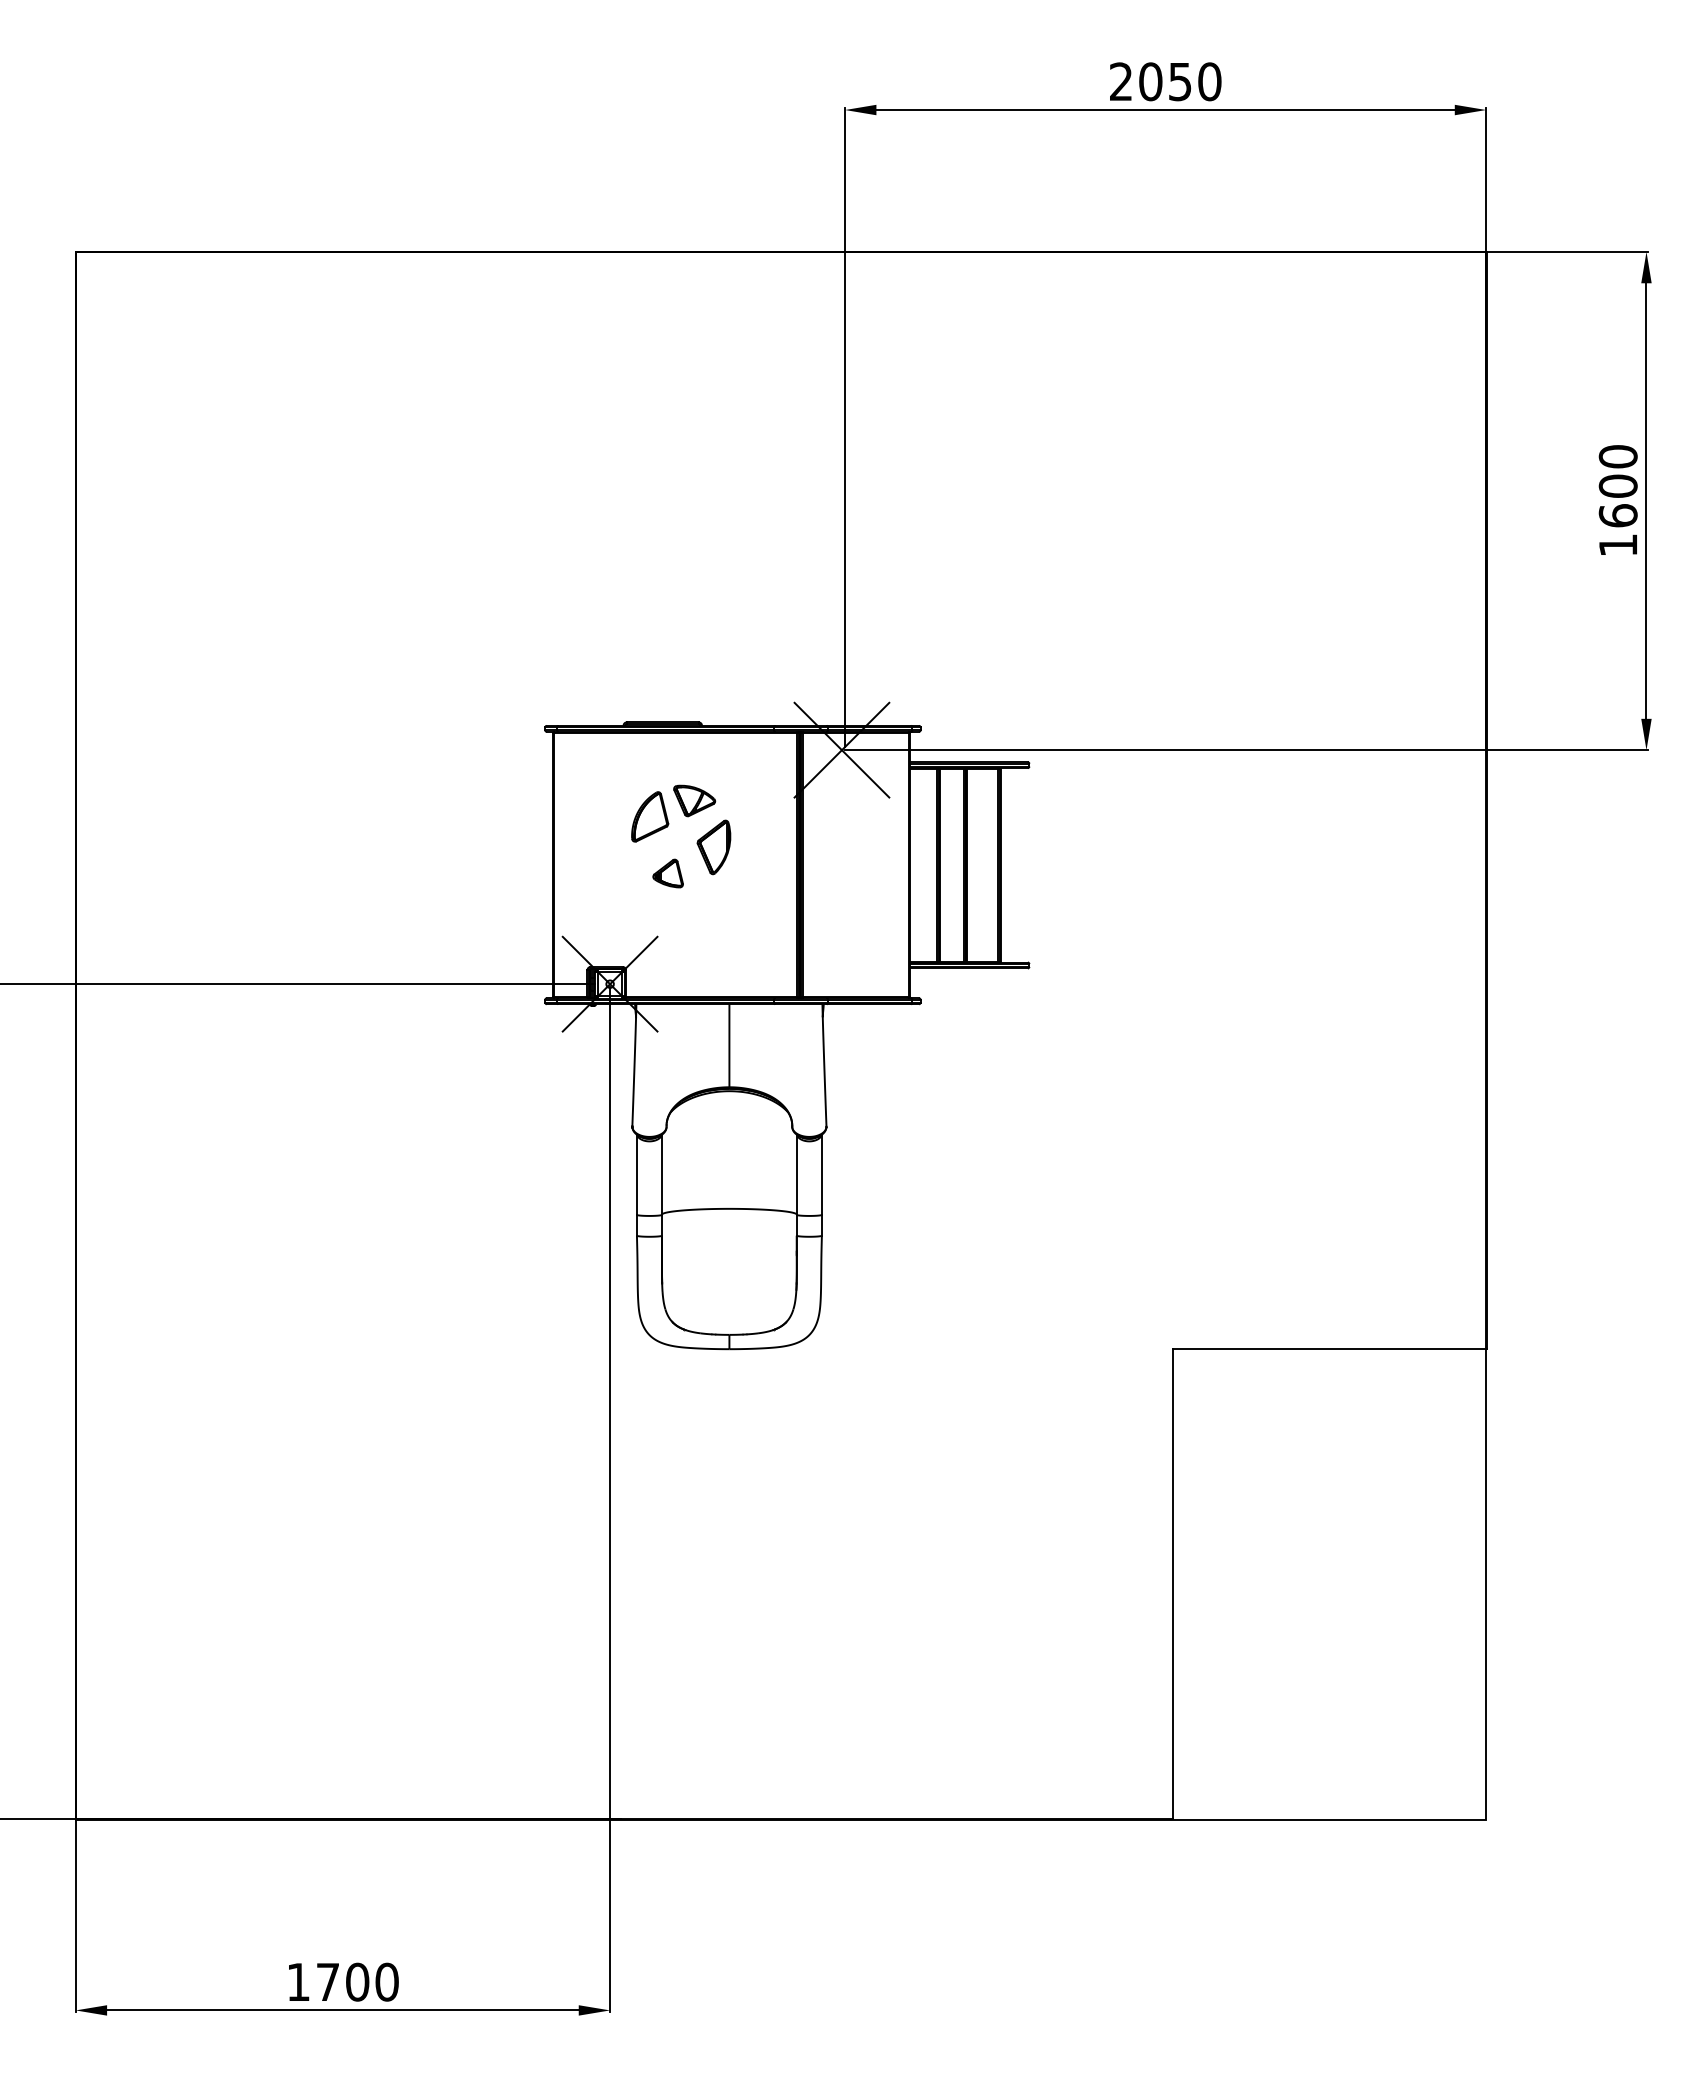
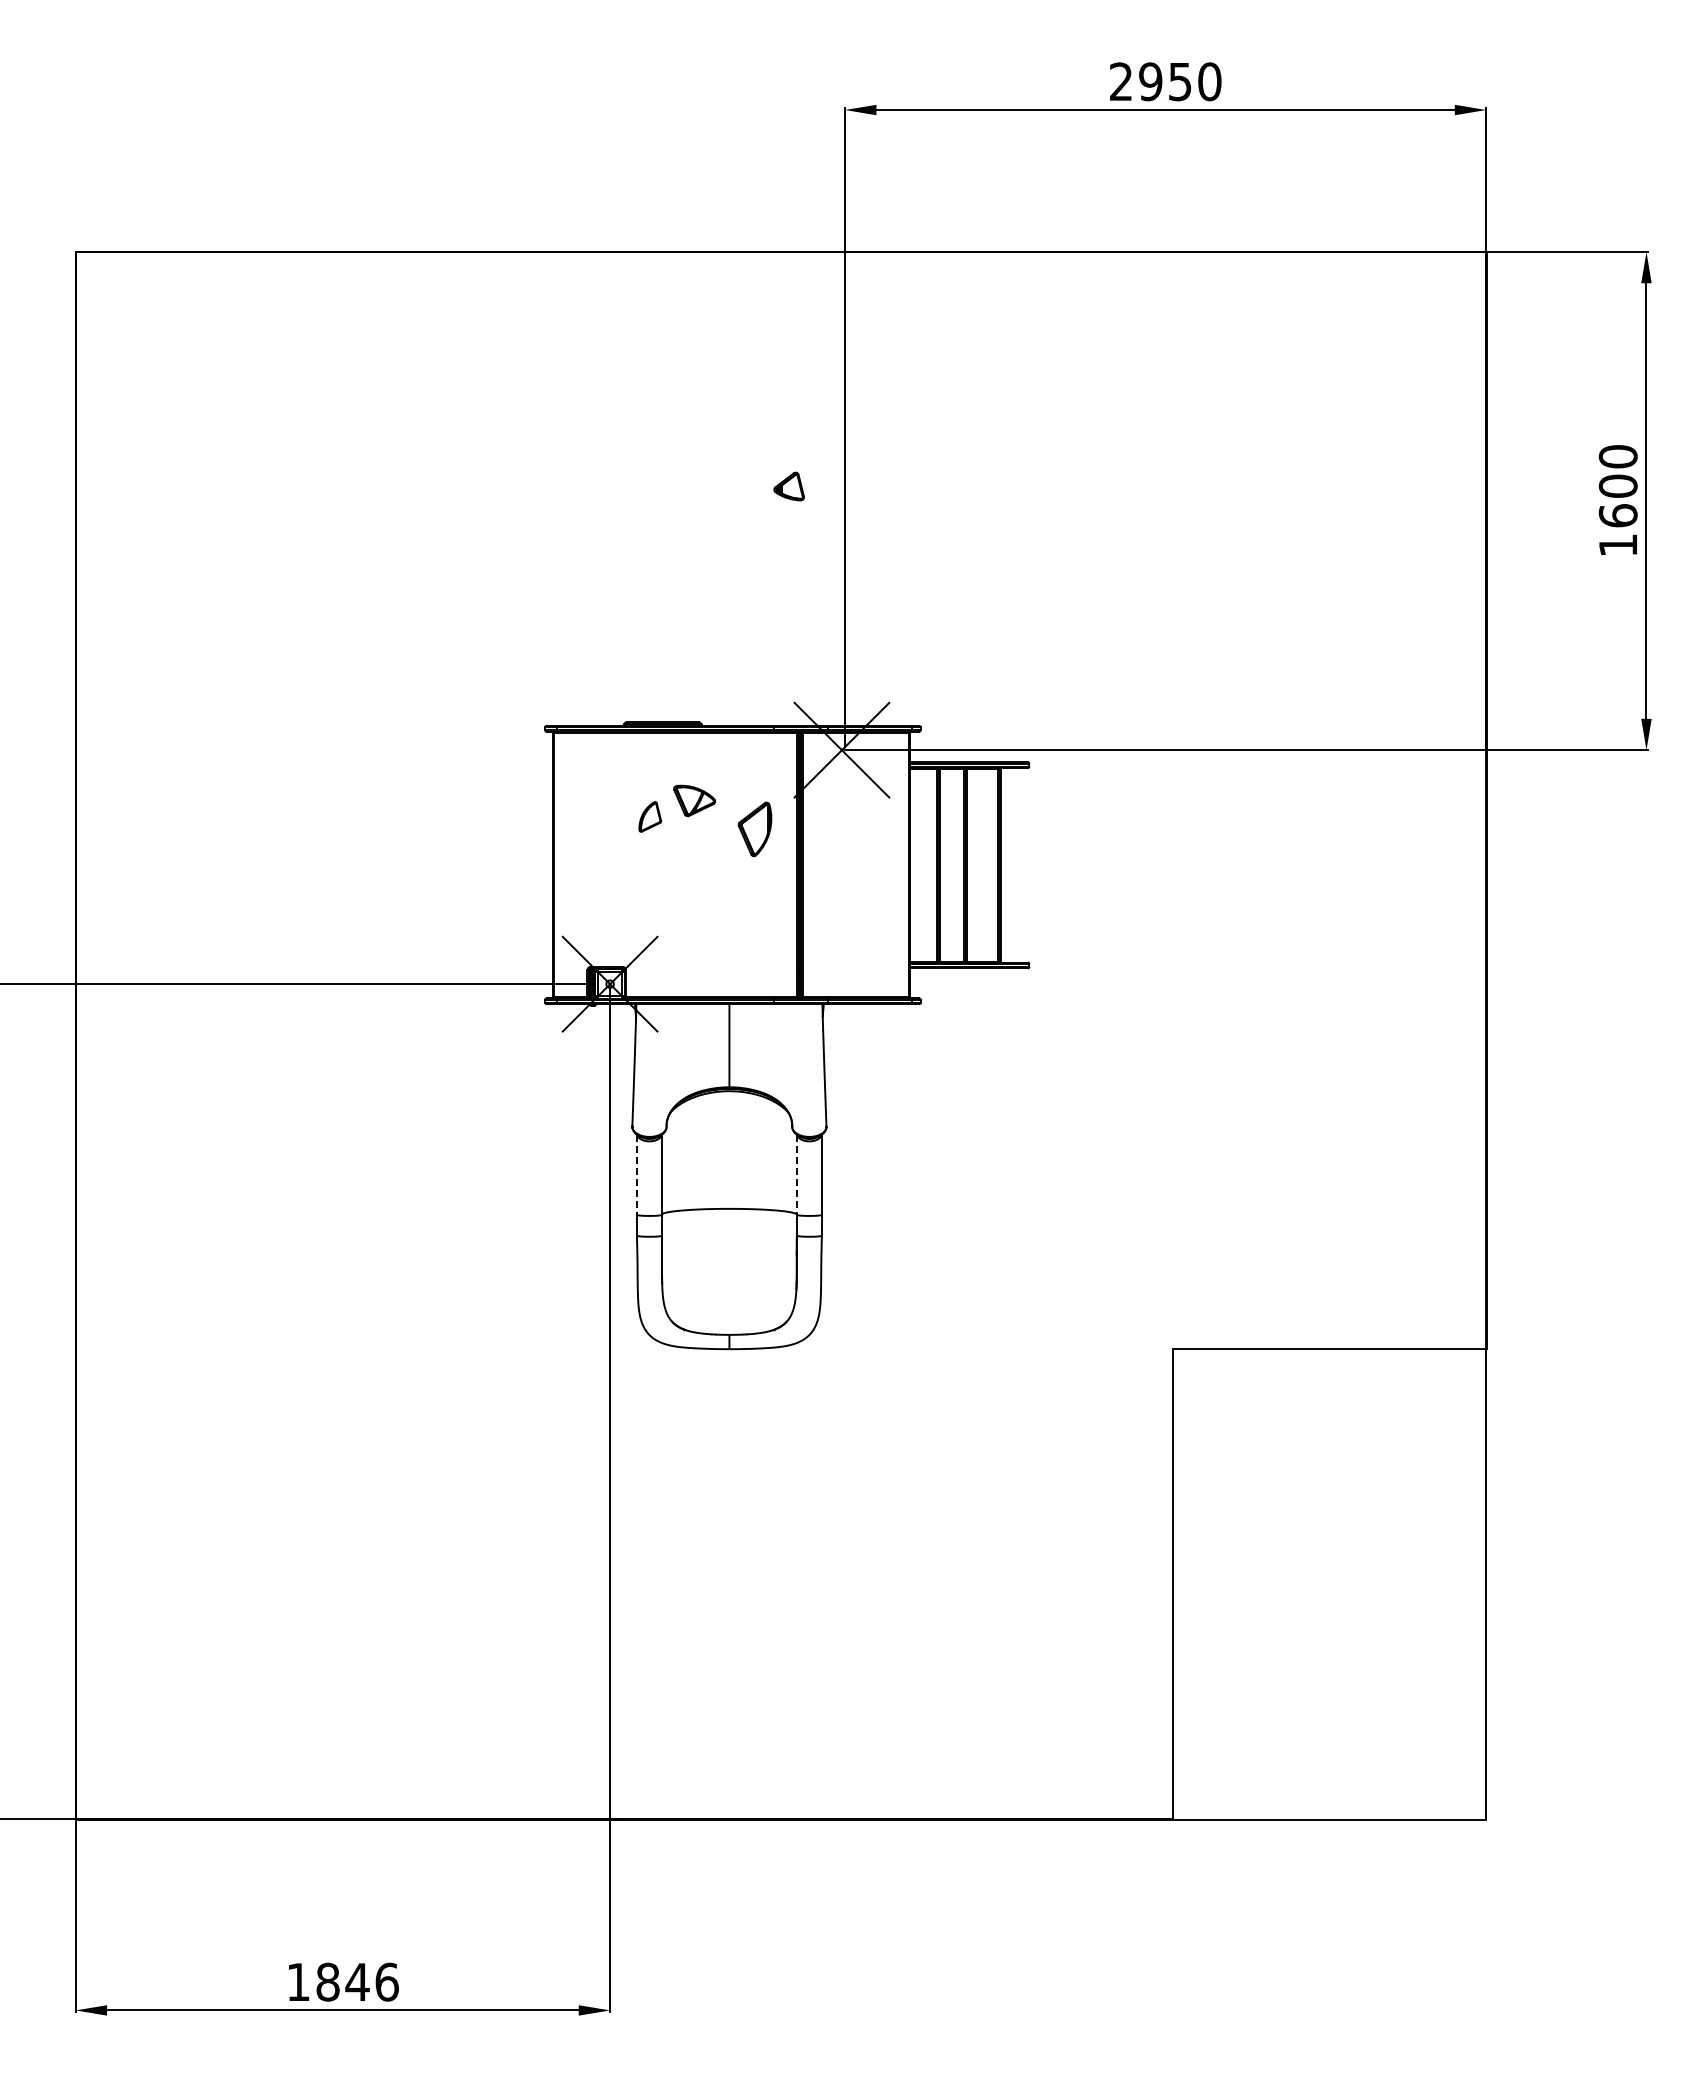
text at (1150, 81): 2050 -> 2950
part at (650, 816) size: 39x52 px -> 25x32 px
part at (713, 847) position: (713, 847) -> (754, 829)
part at (667, 873) position: (667, 873) -> (788, 486)
line at (636, 1175): solid -> dashed
line at (796, 1175): solid -> dashed
text at (357, 1981): 1700 -> 1846
